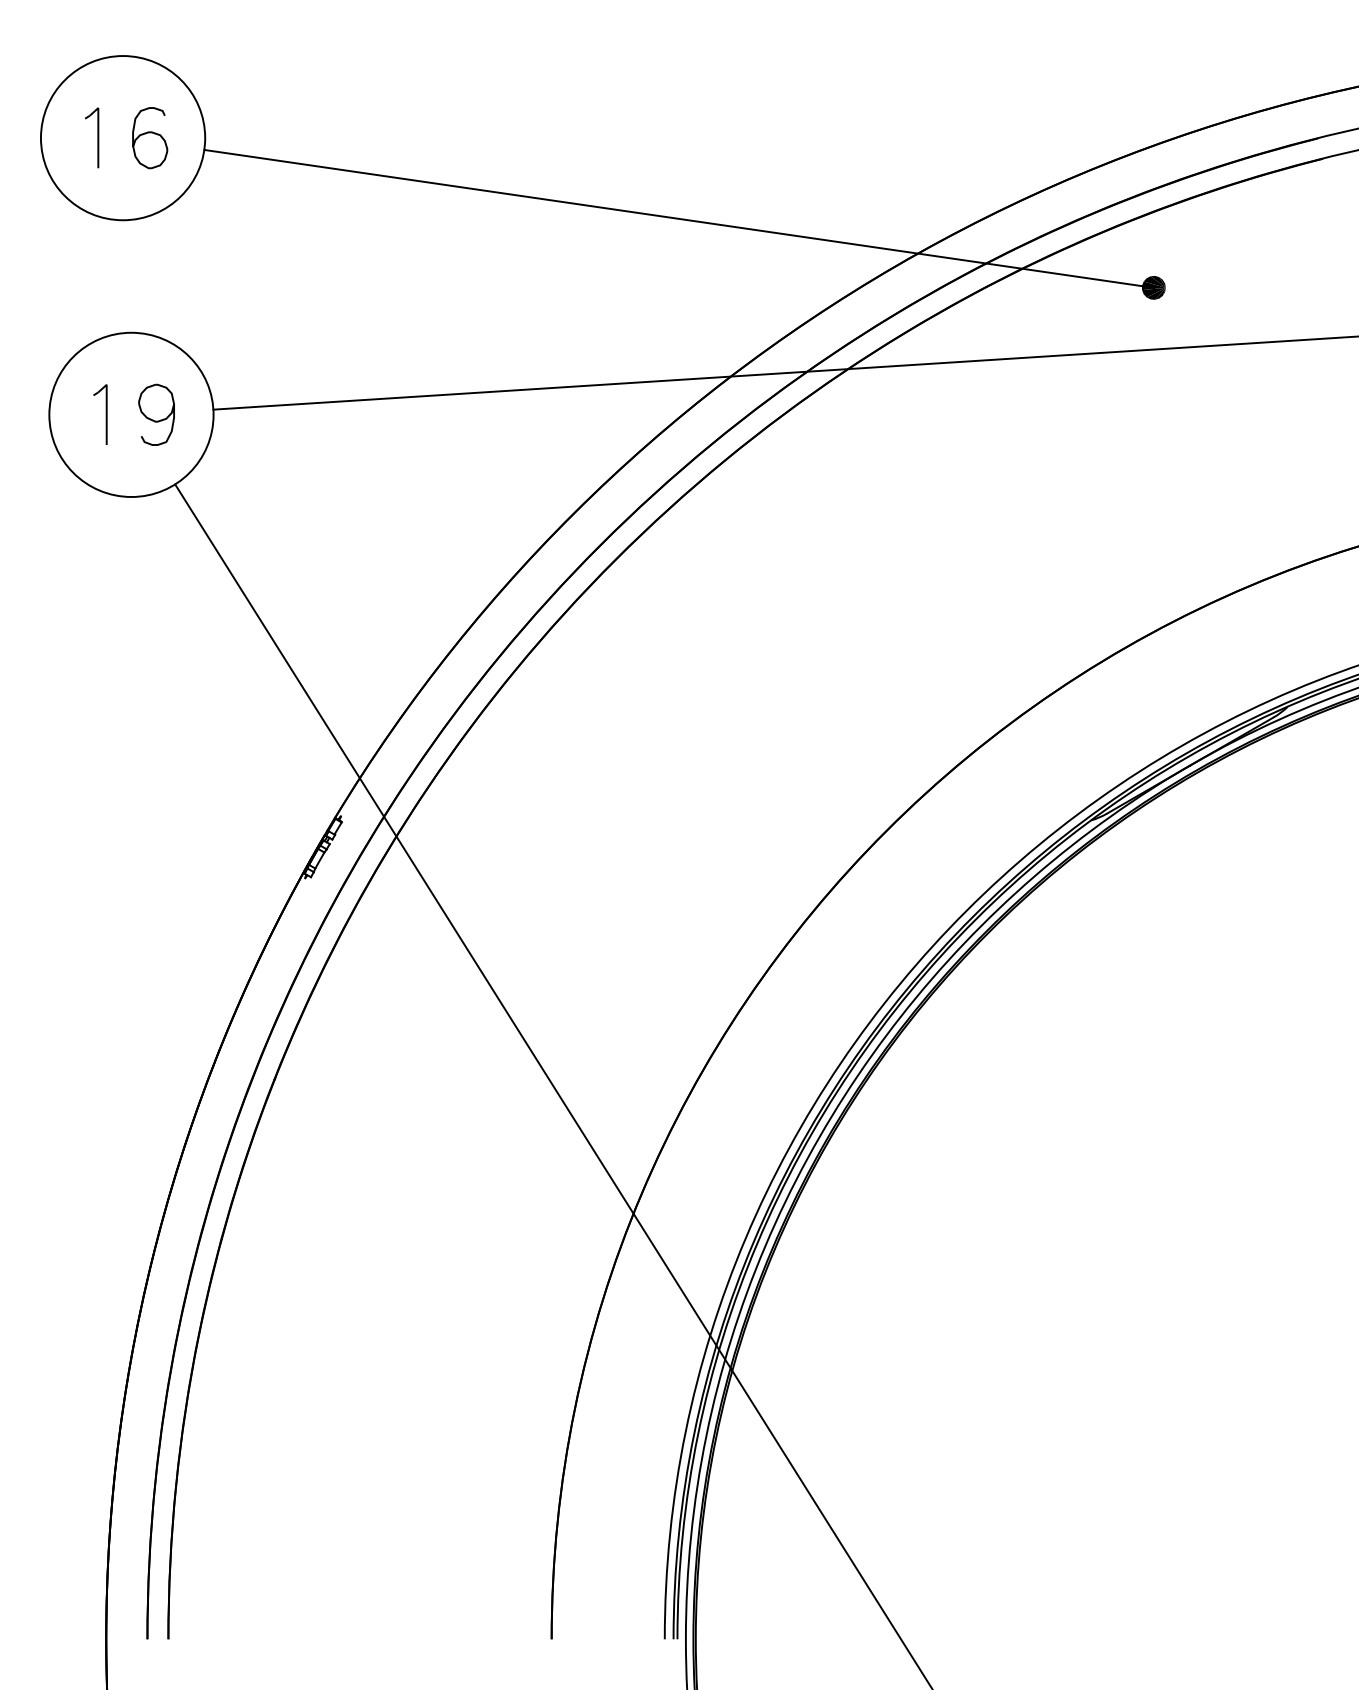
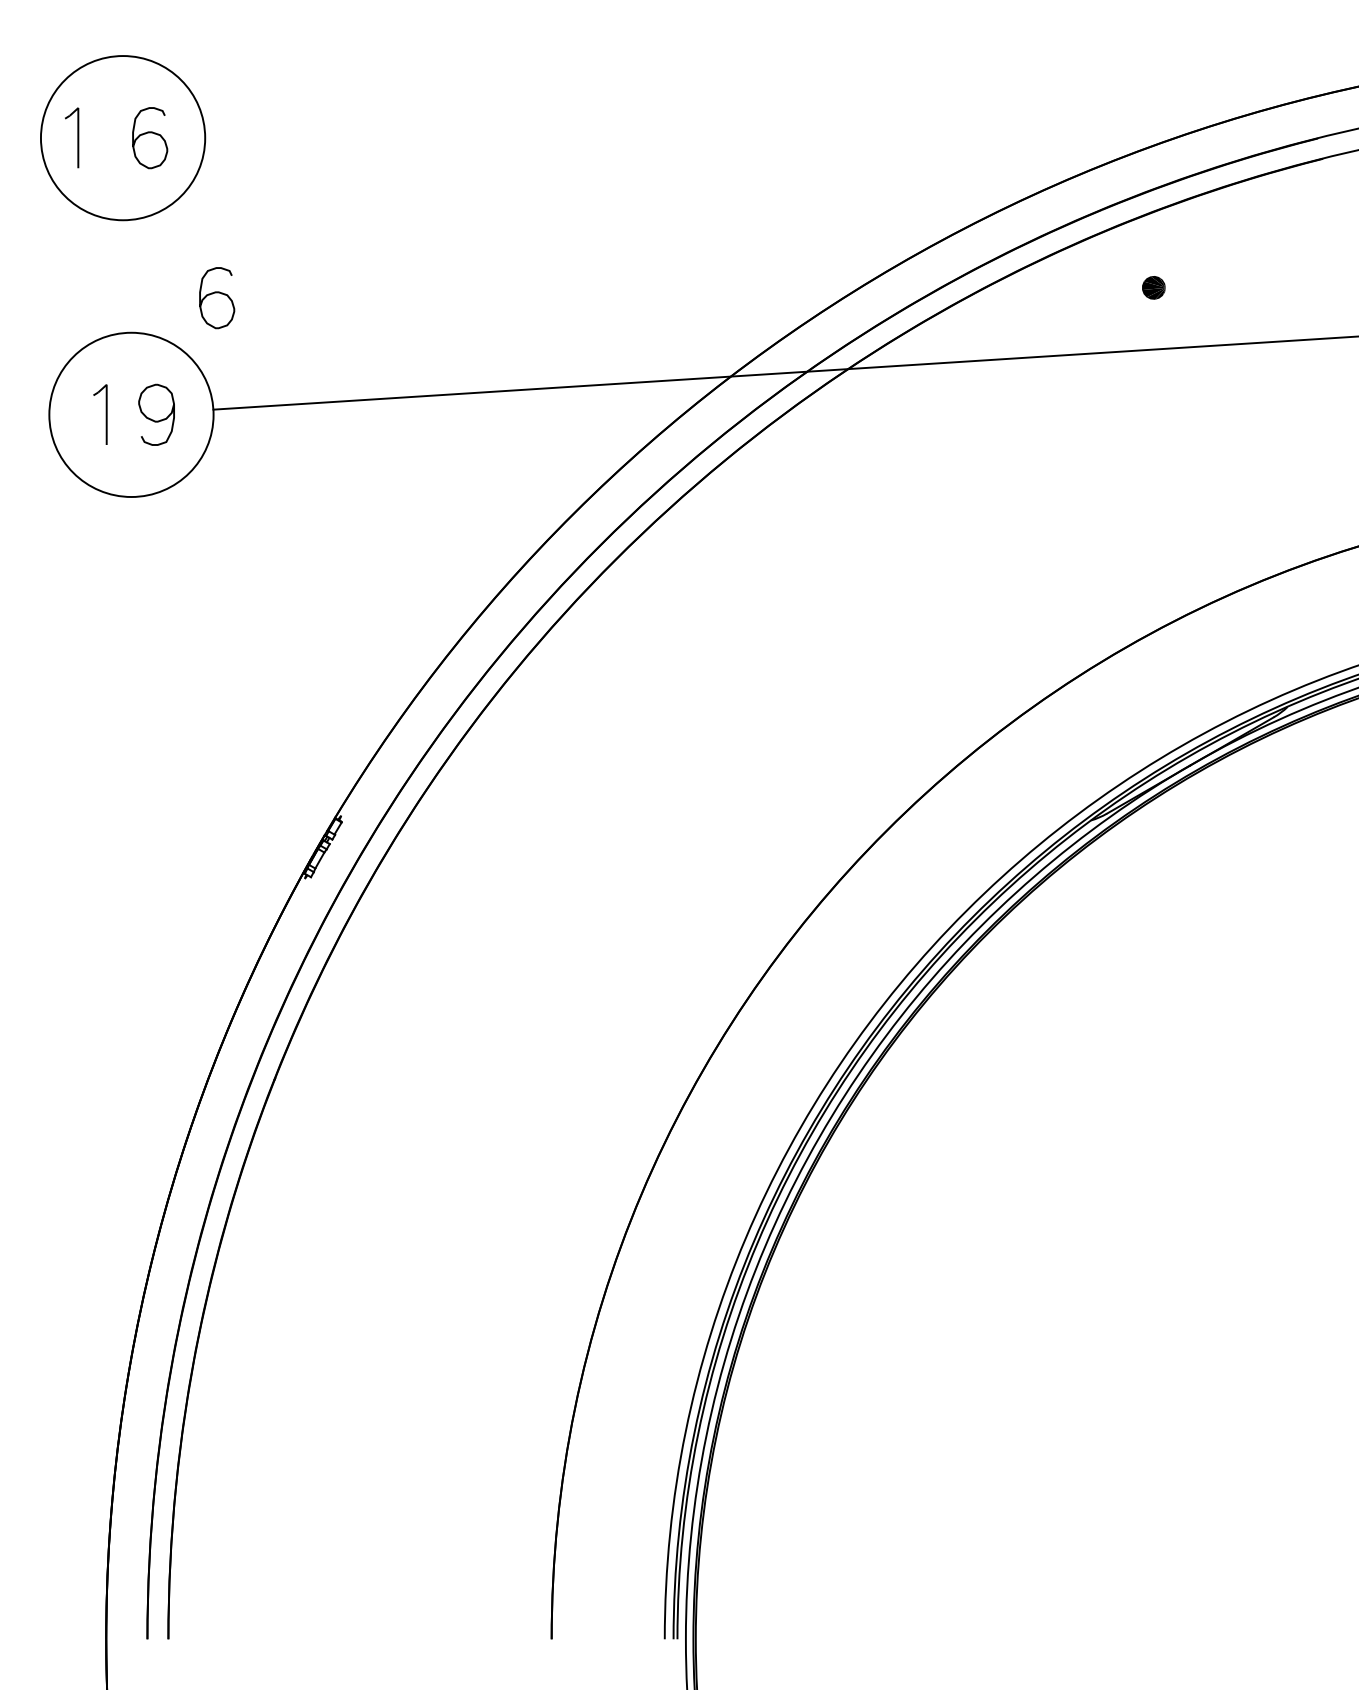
part at (92, 137) position: (92, 137) -> (72, 137)
line at (678, 218): present -> none
curve at (217, 293): none -> present
line at (552, 1085): present -> none
